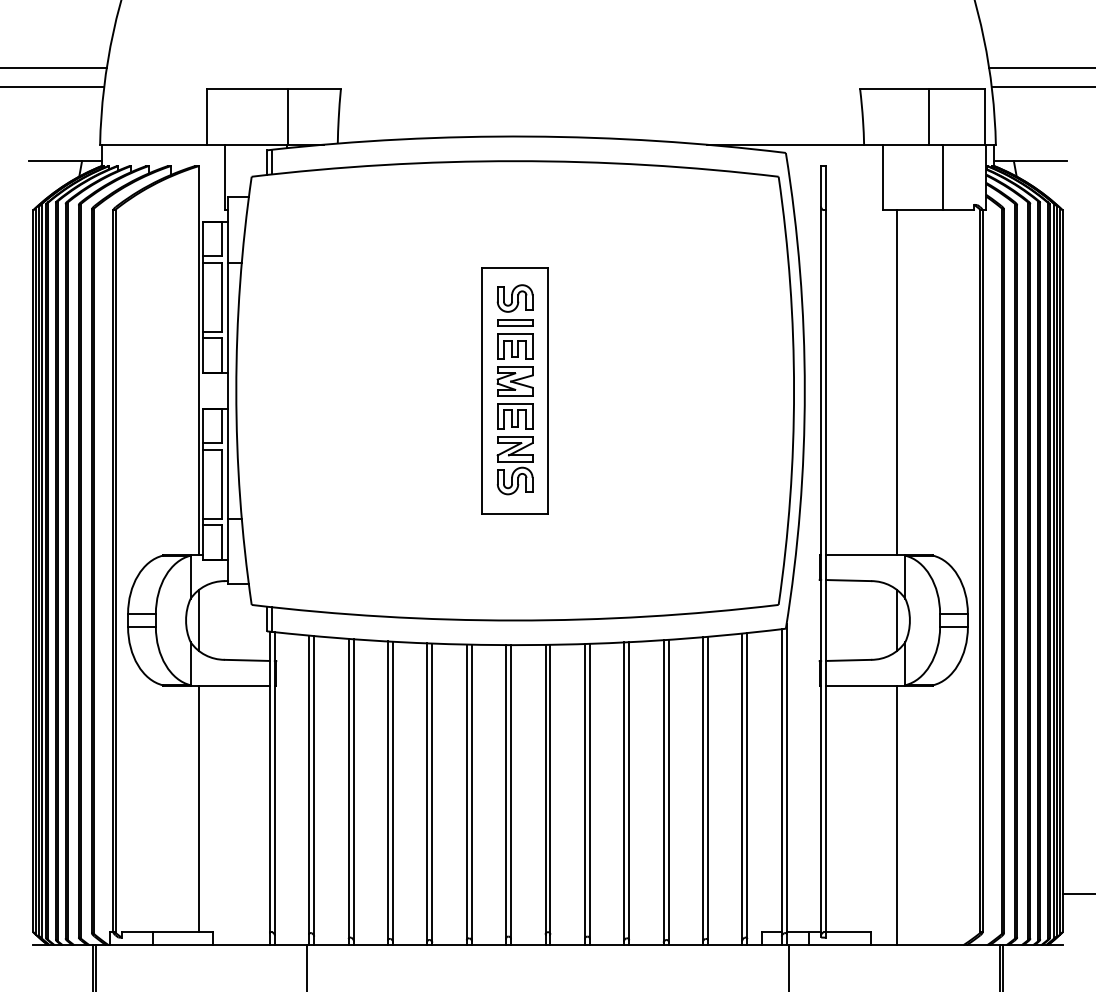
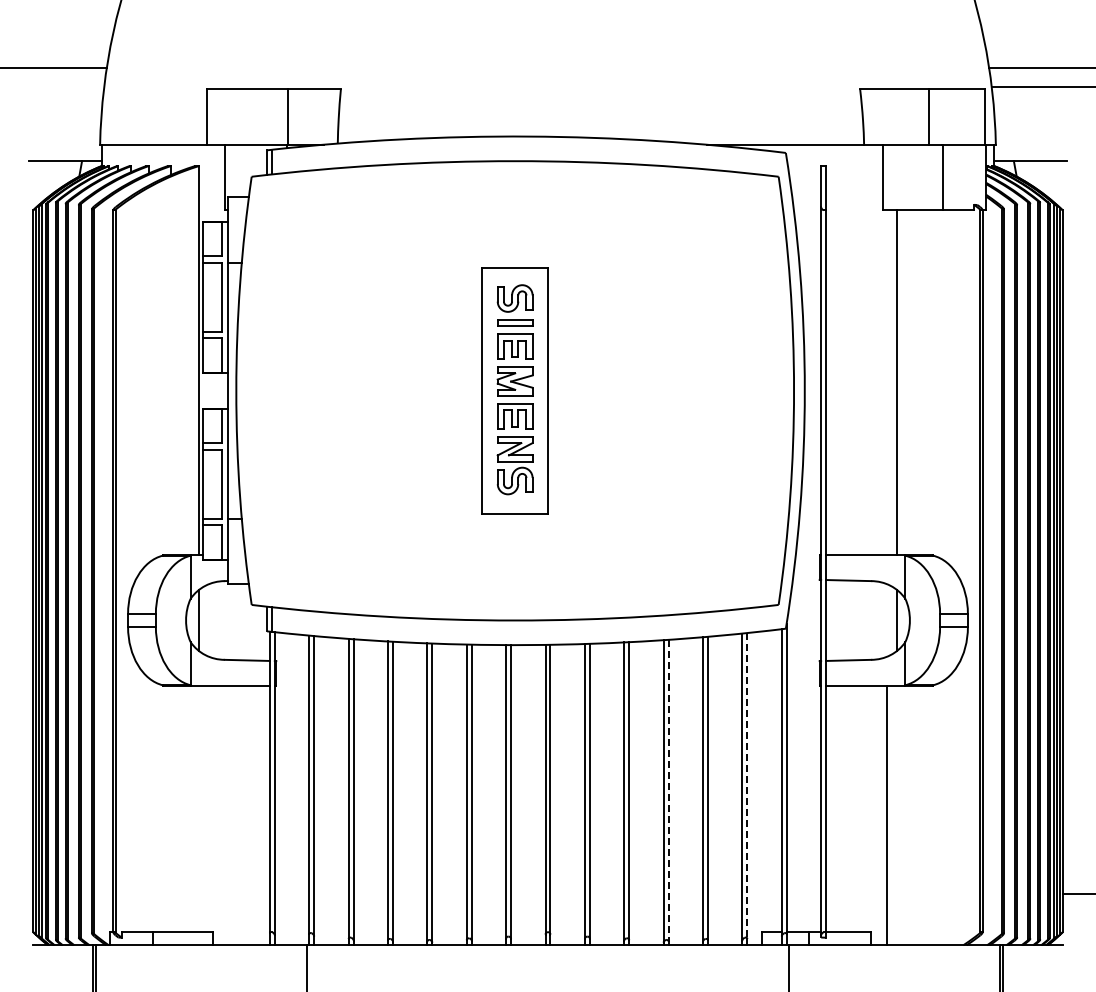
line at (53, 87): present -> none
line at (747, 785): solid -> dashed
line at (668, 790): solid -> dashed
line at (199, 809): present -> none
line at (896, 815) position: (896, 815) -> (886, 815)
